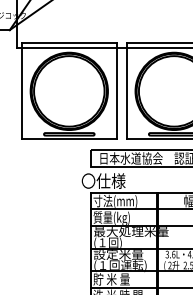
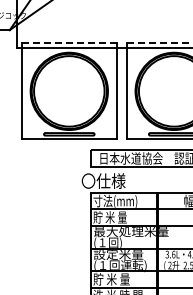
line at (69, 43): solid -> dashed
line at (159, 43): solid -> dashed
text at (111, 217): 質量(kg) -> 貯 米 量
